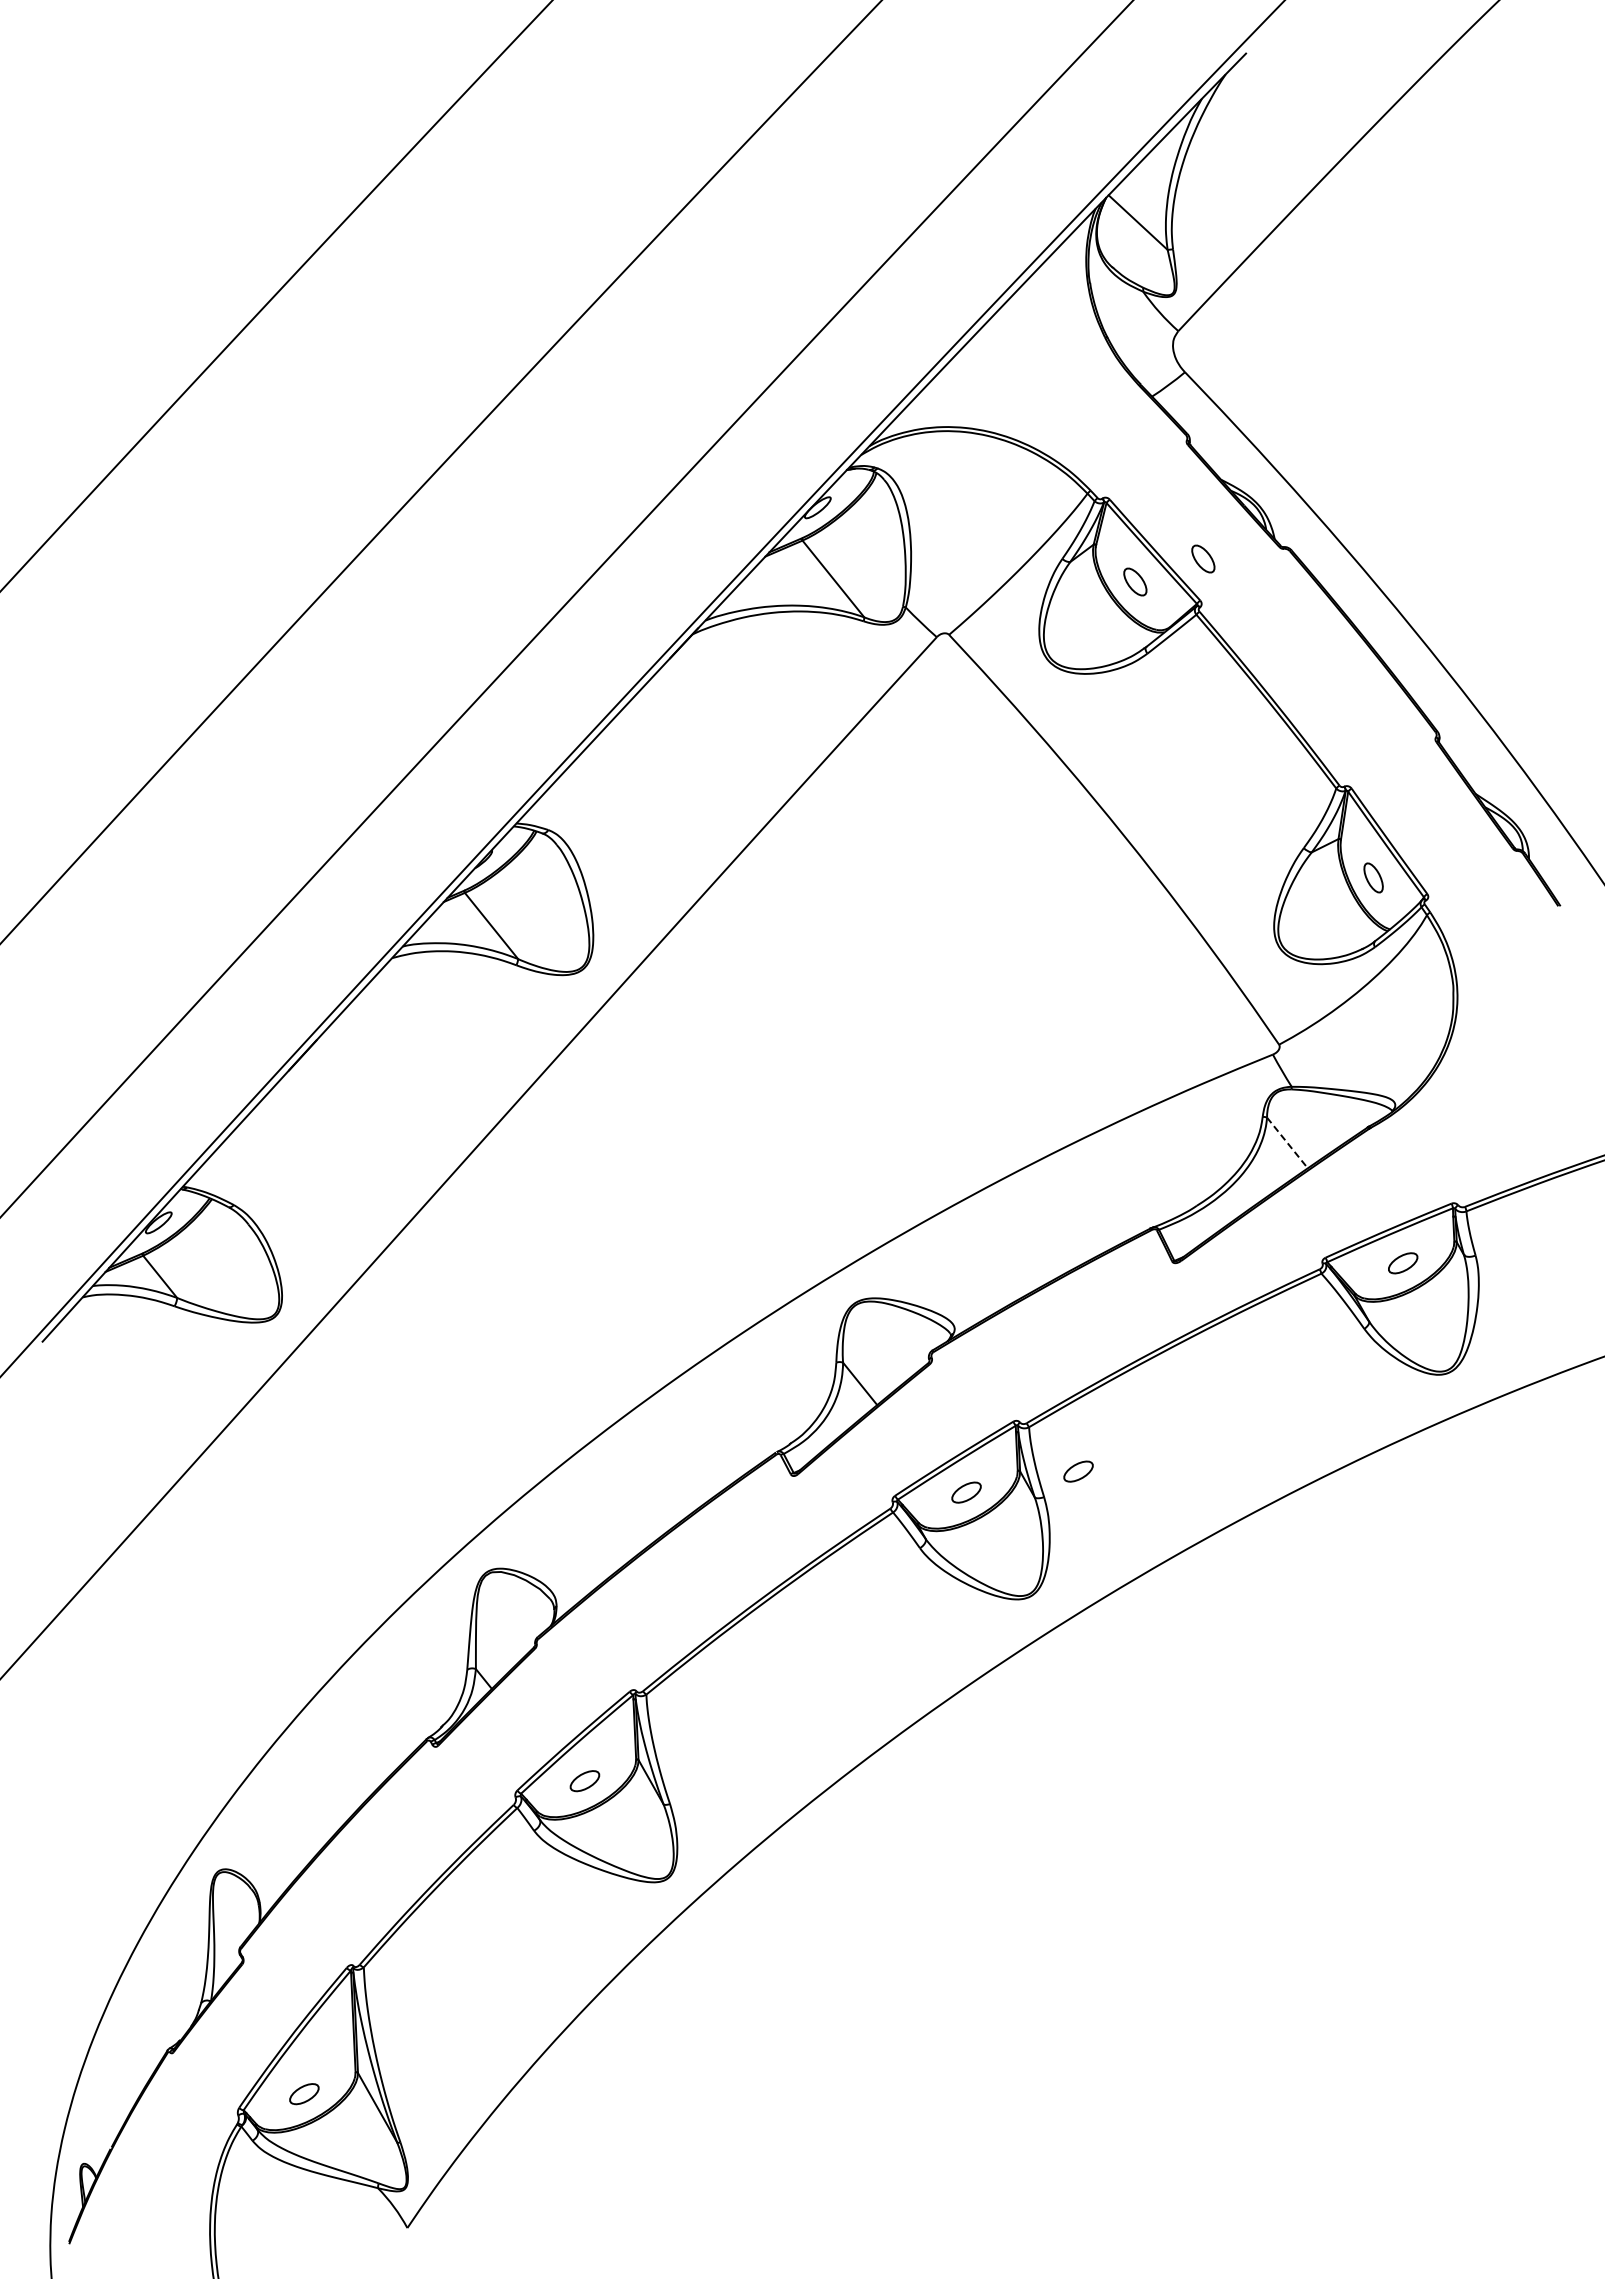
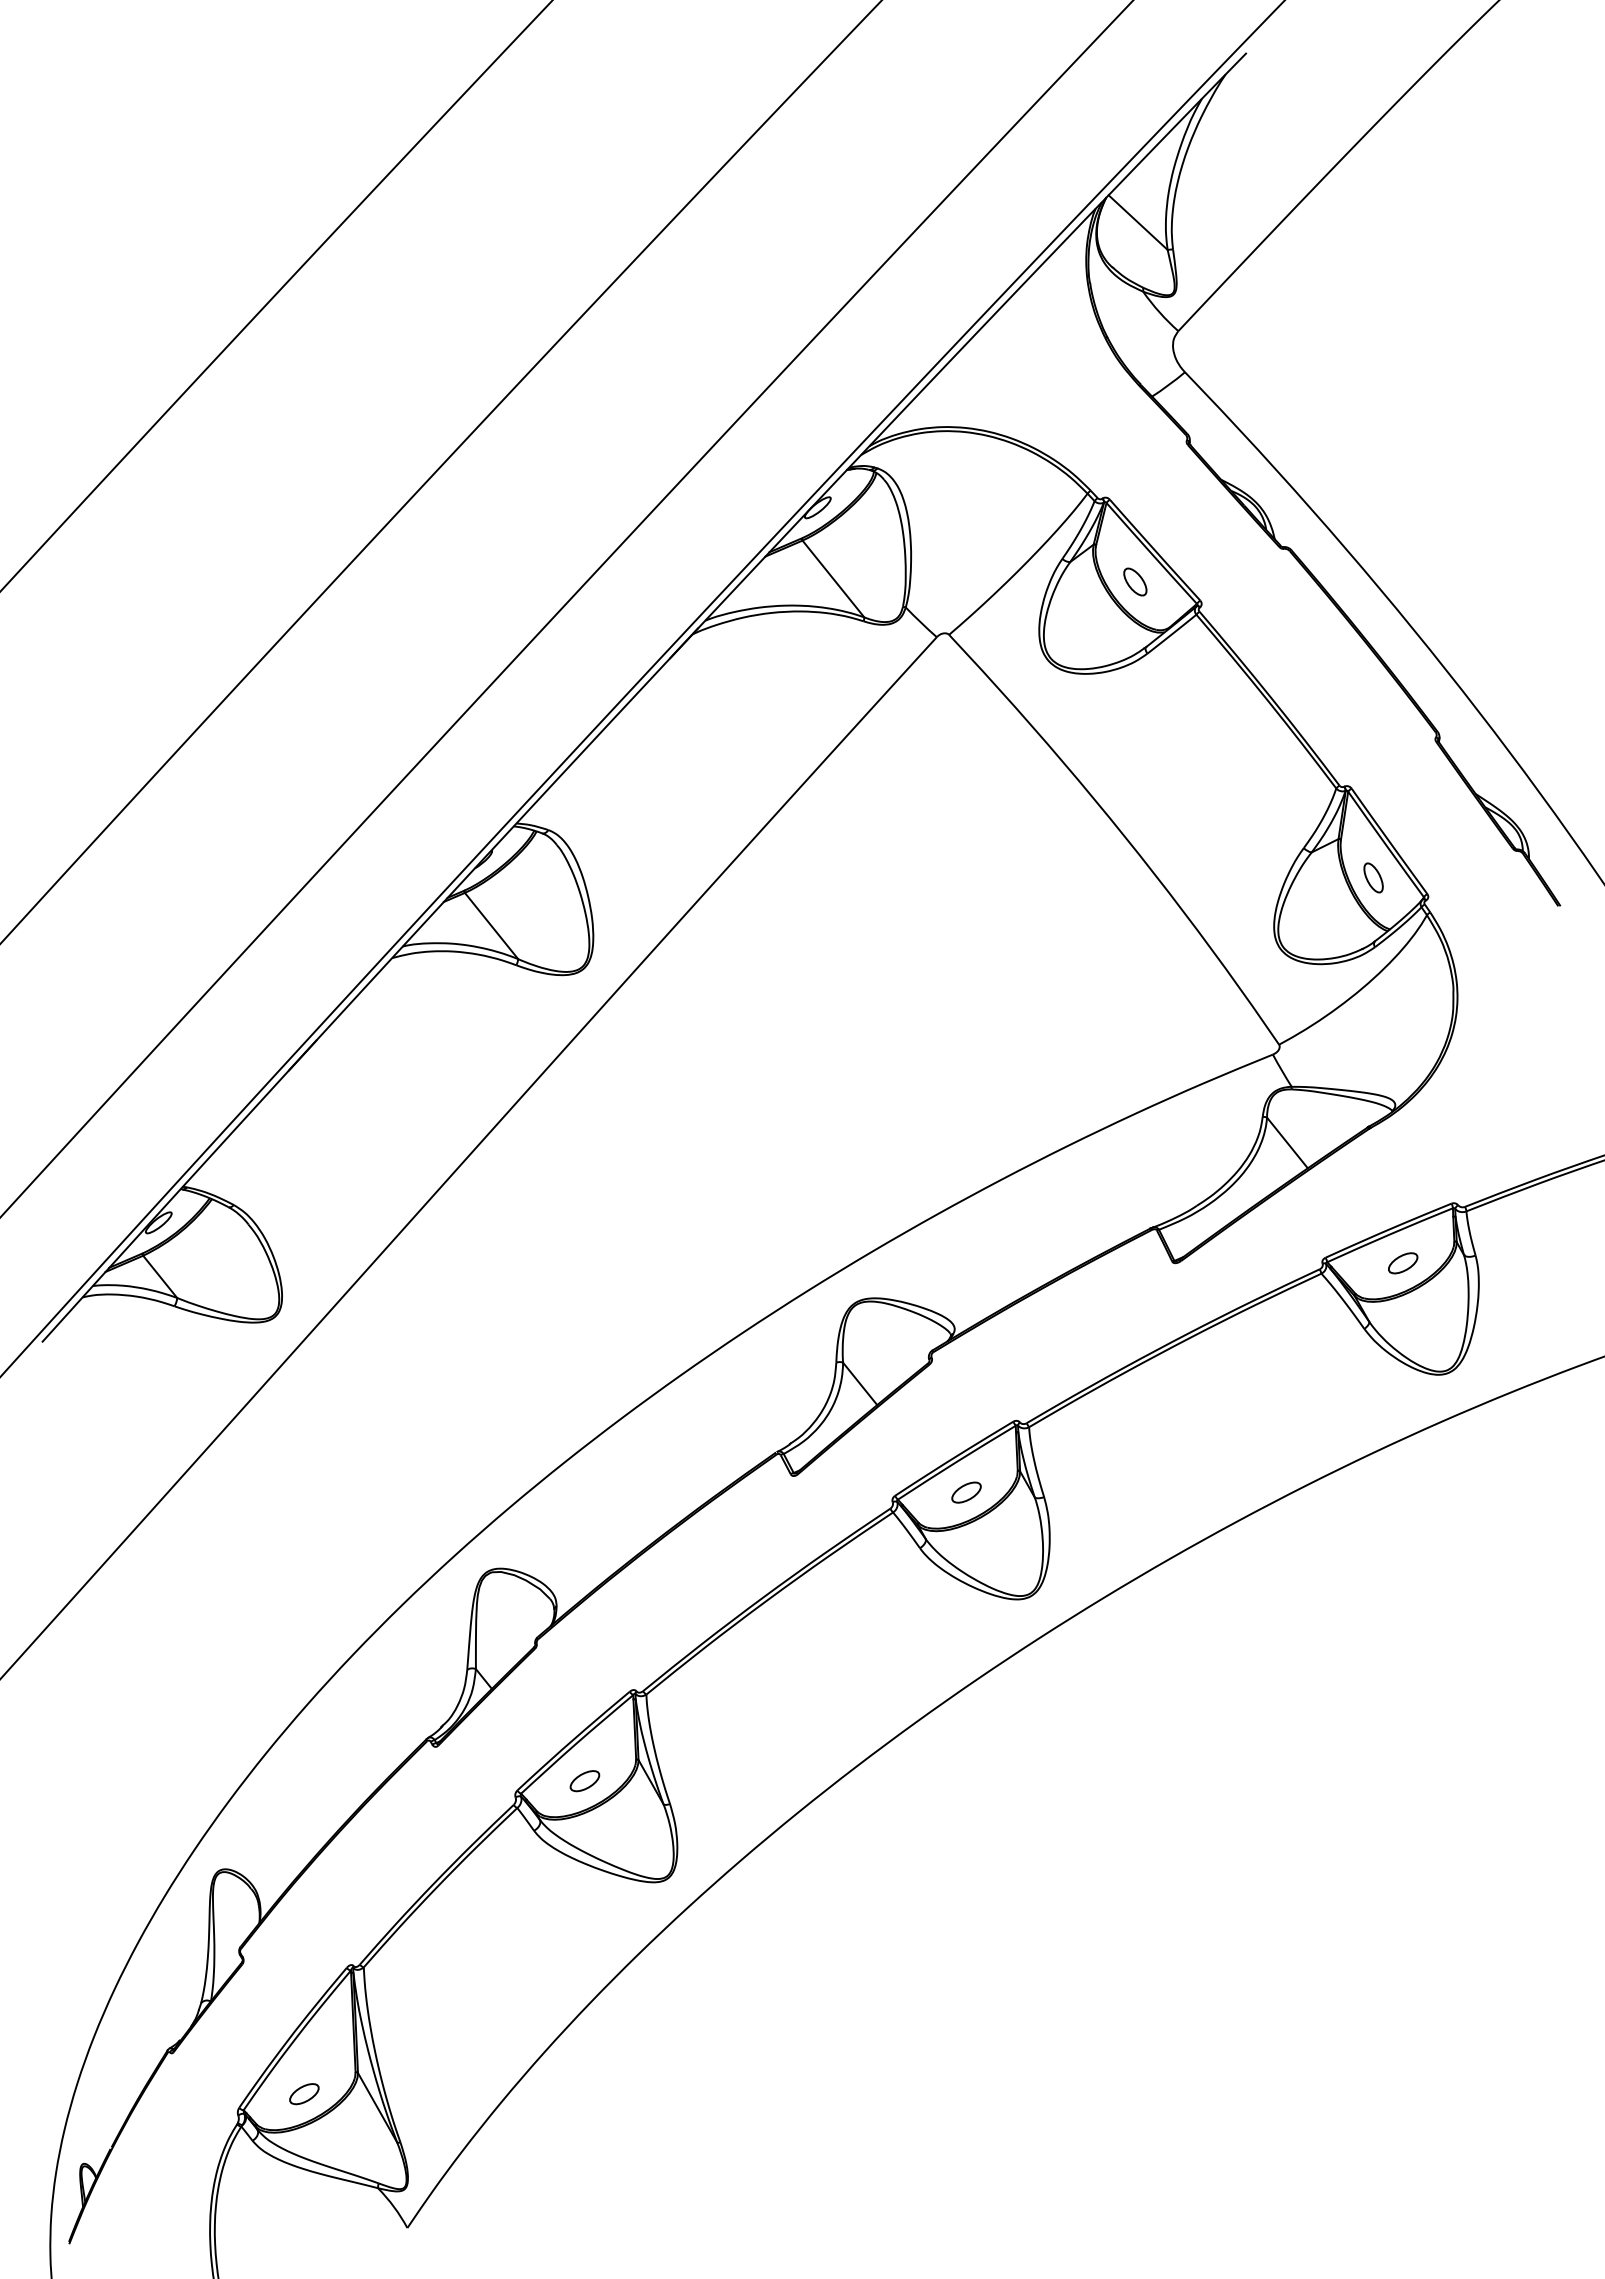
part at (1203, 558): present -> none
line at (1287, 1143): dashed -> solid
part at (1078, 1471): present -> none
